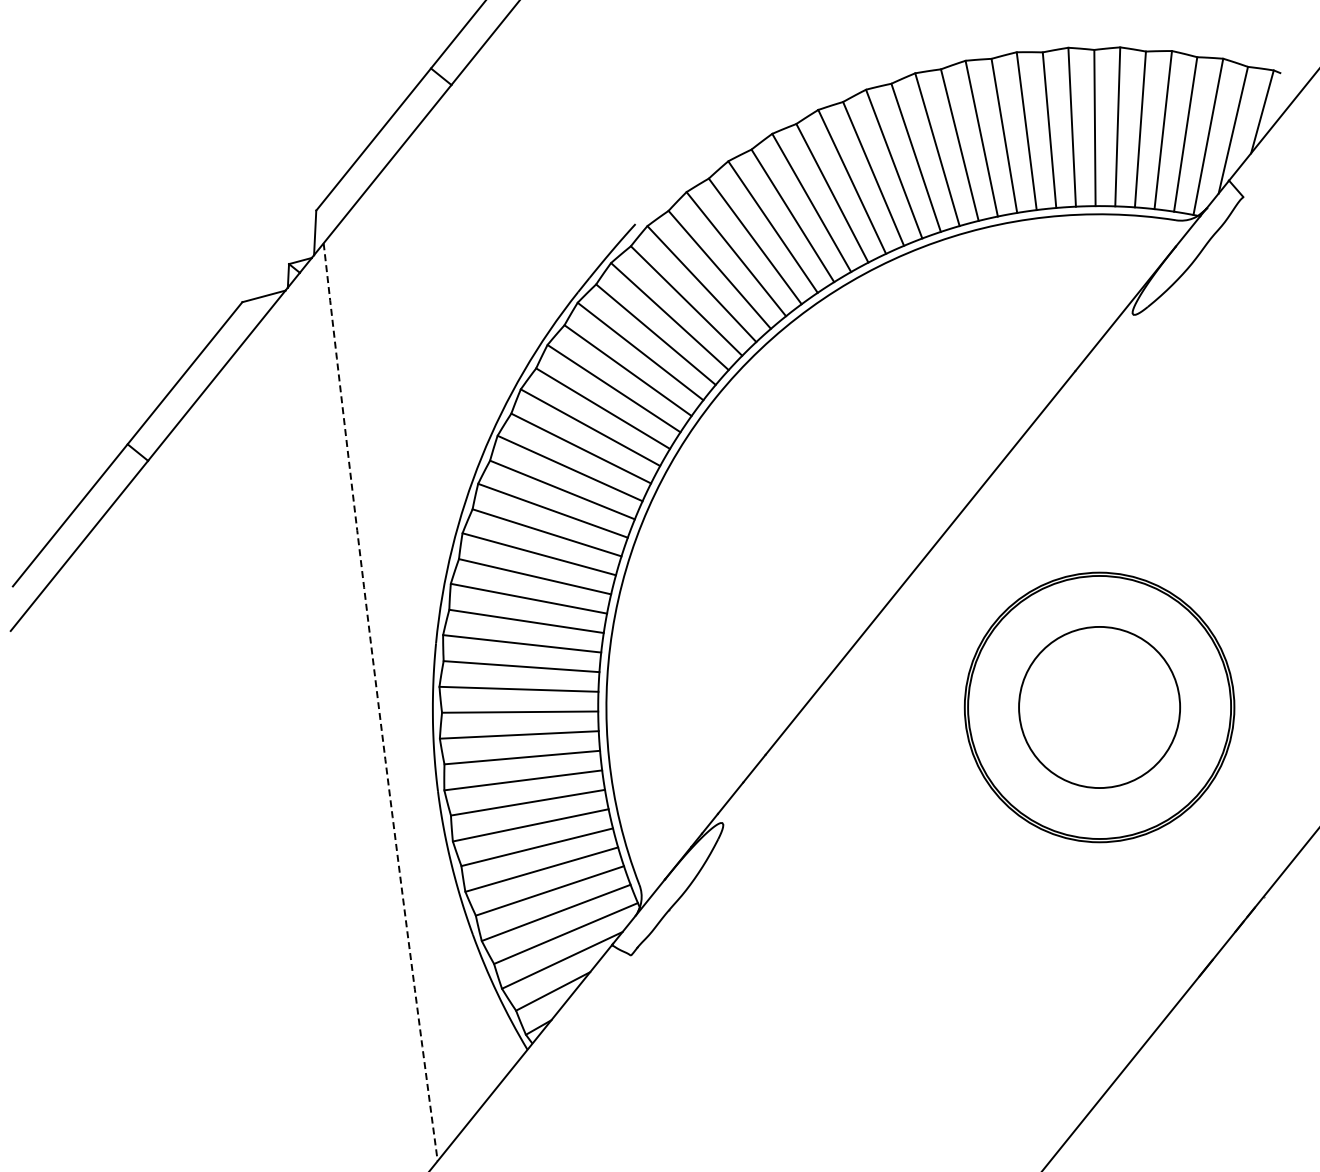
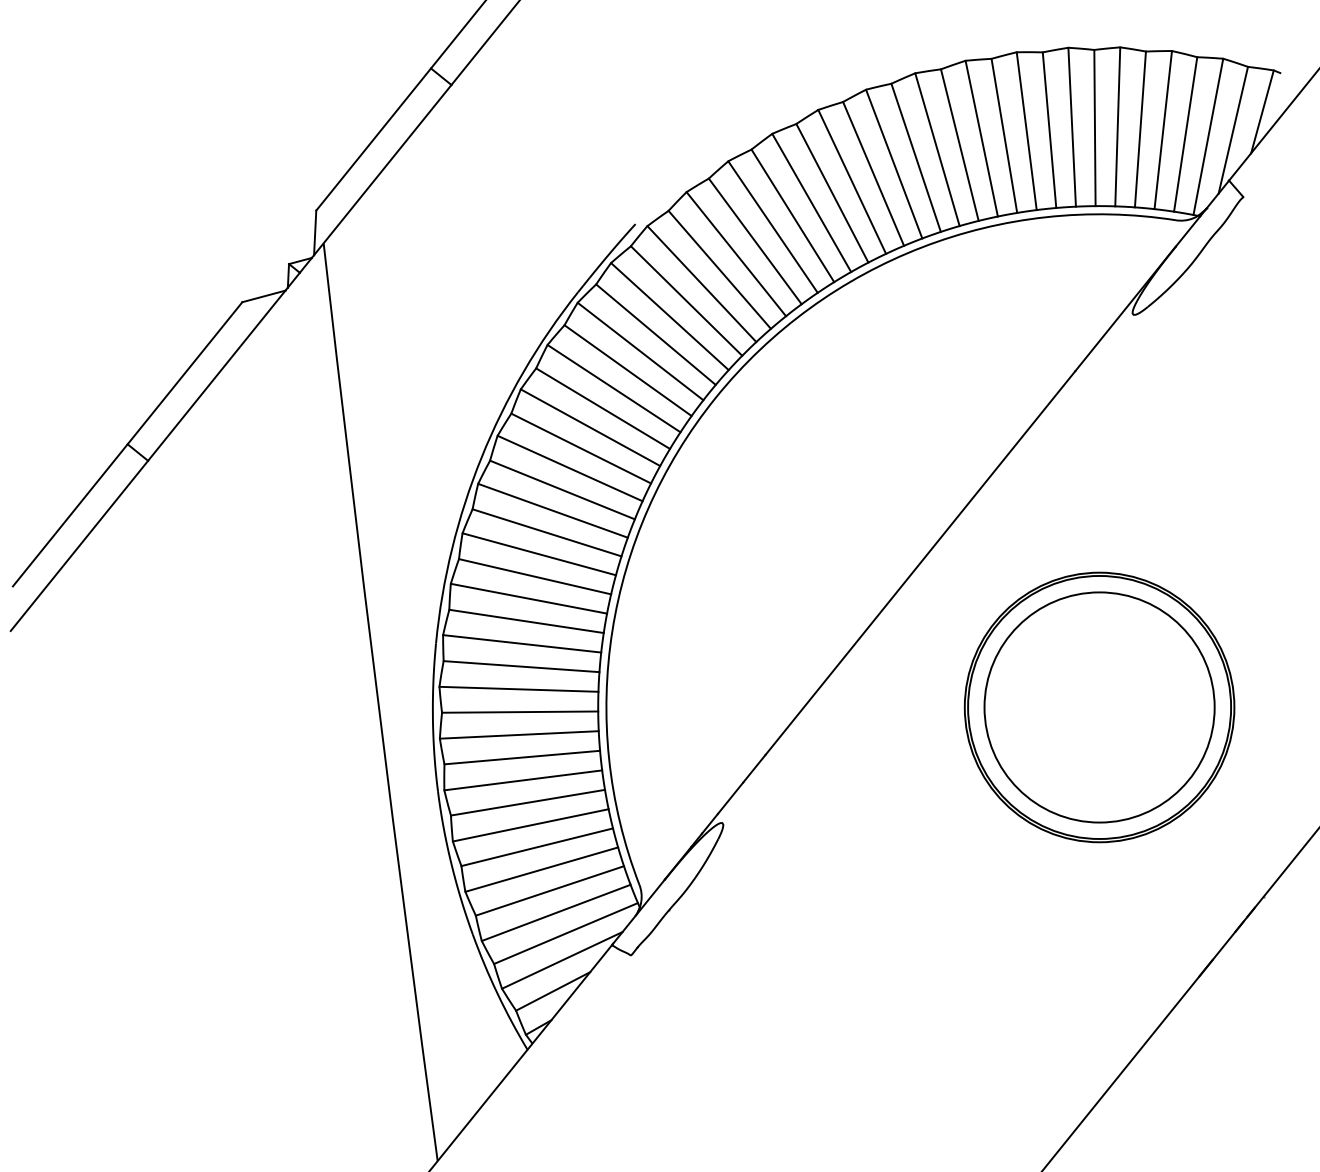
arc at (378, 702): dashed -> solid
circle at (1099, 707) diameter: 161 px -> 230 px
